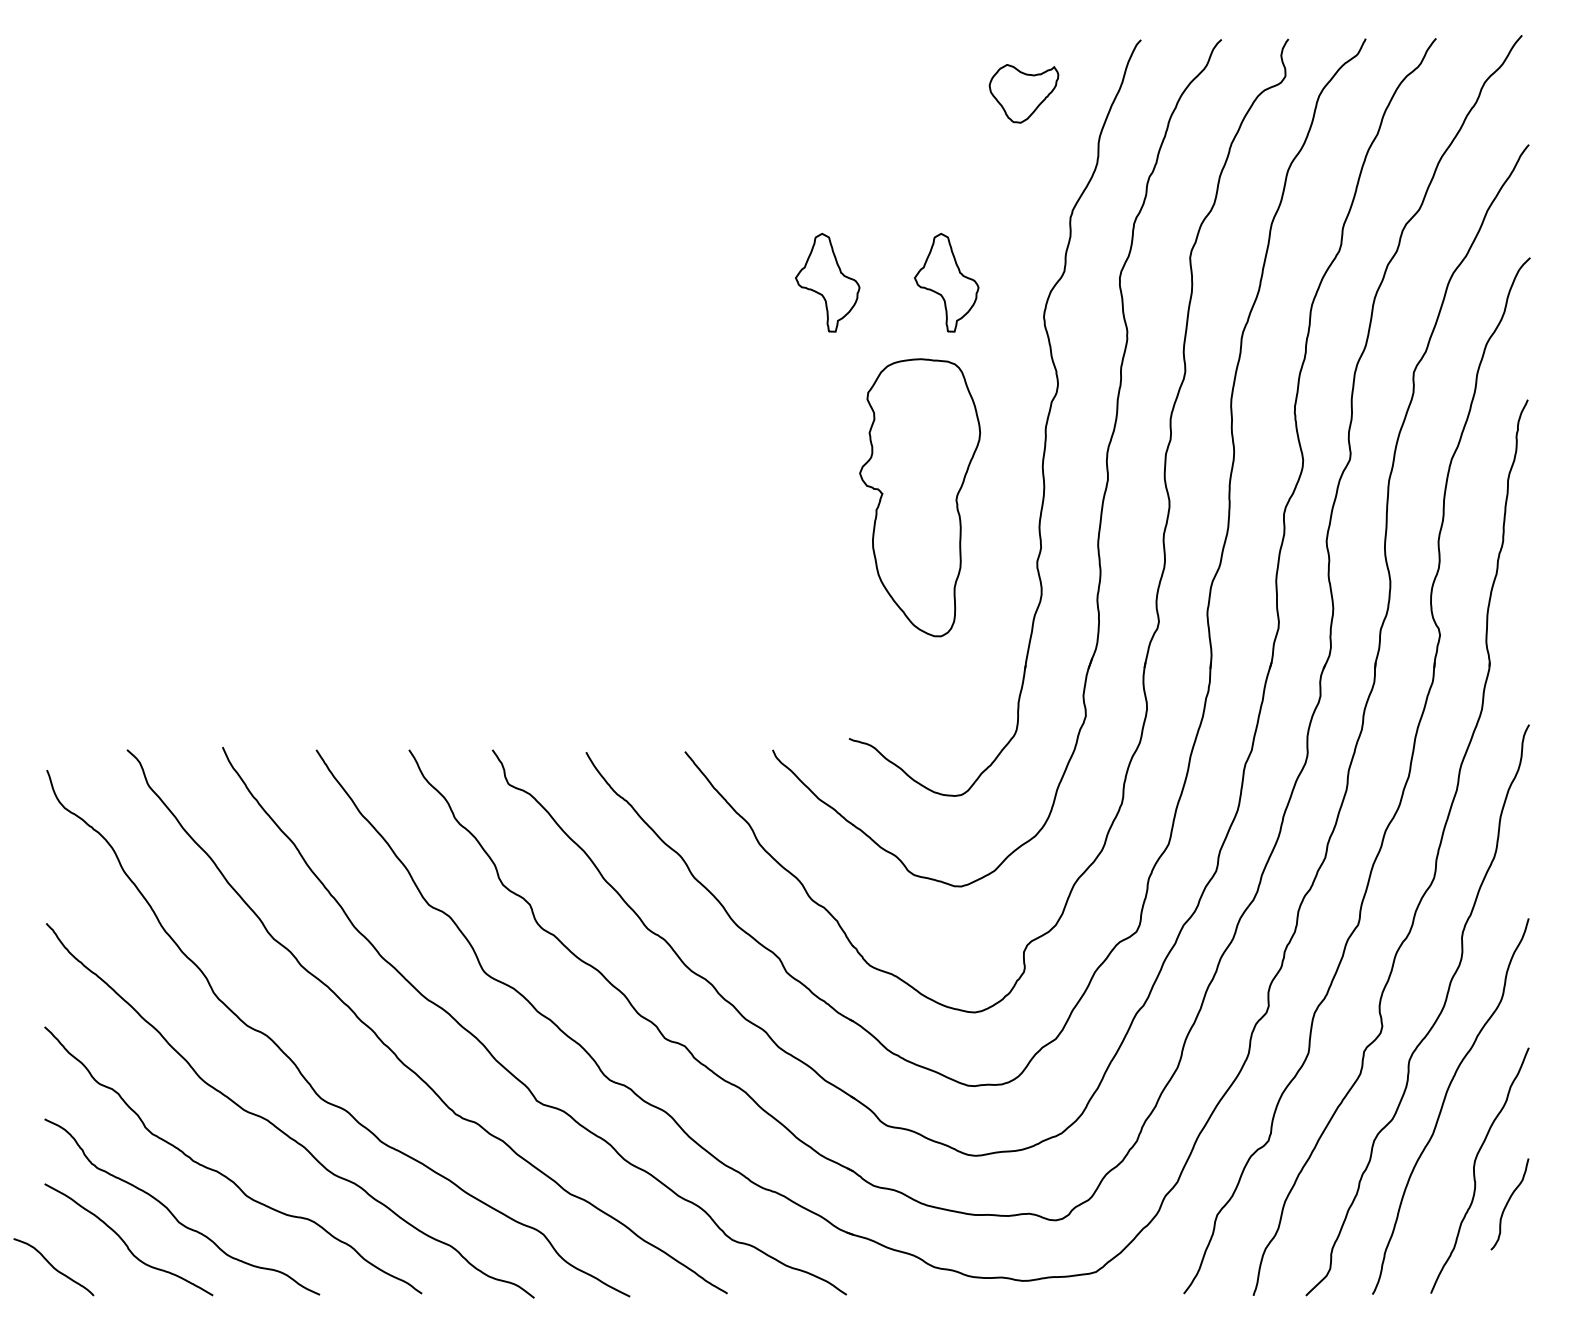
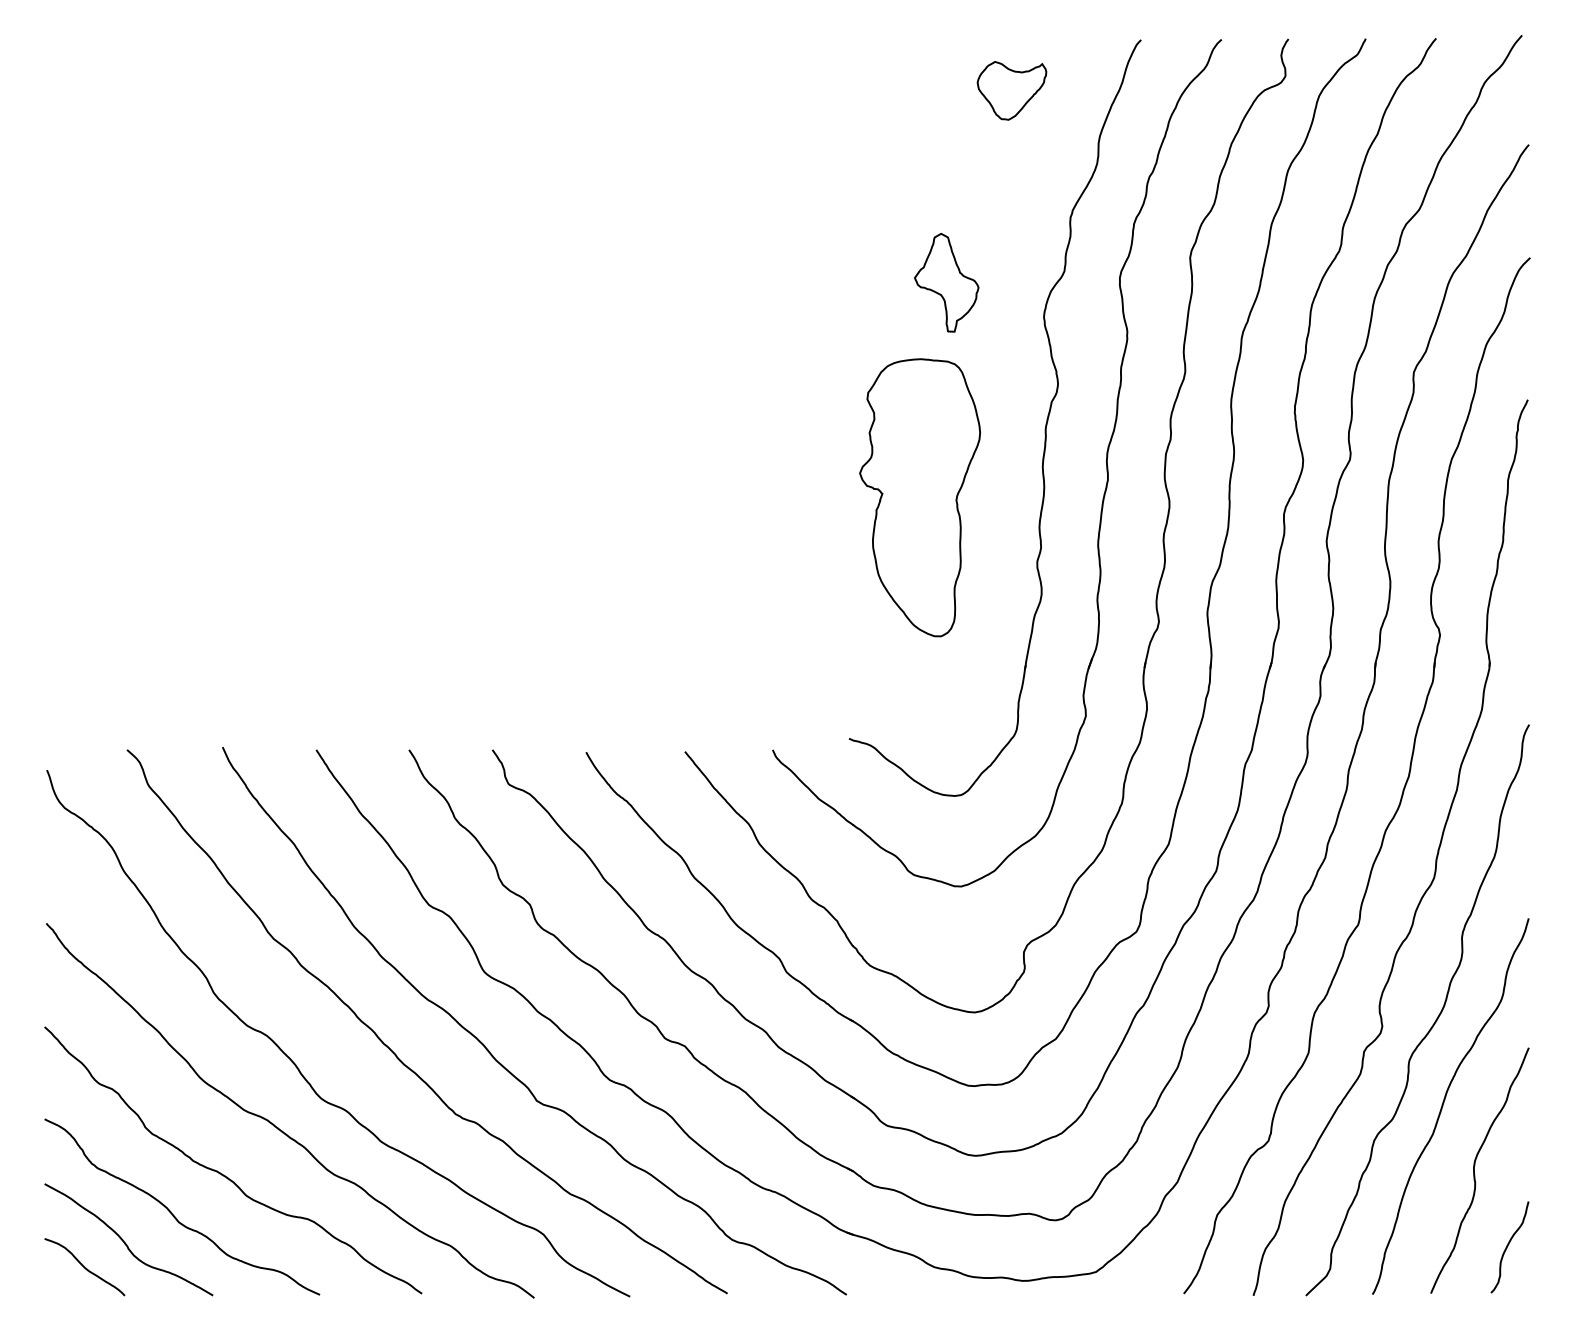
part at (1023, 93) position: (1023, 93) -> (1011, 90)
part at (827, 282): present -> none
curve at (1508, 1203) position: (1508, 1203) -> (1508, 1246)
curve at (53, 1267) position: (53, 1267) -> (84, 1267)
